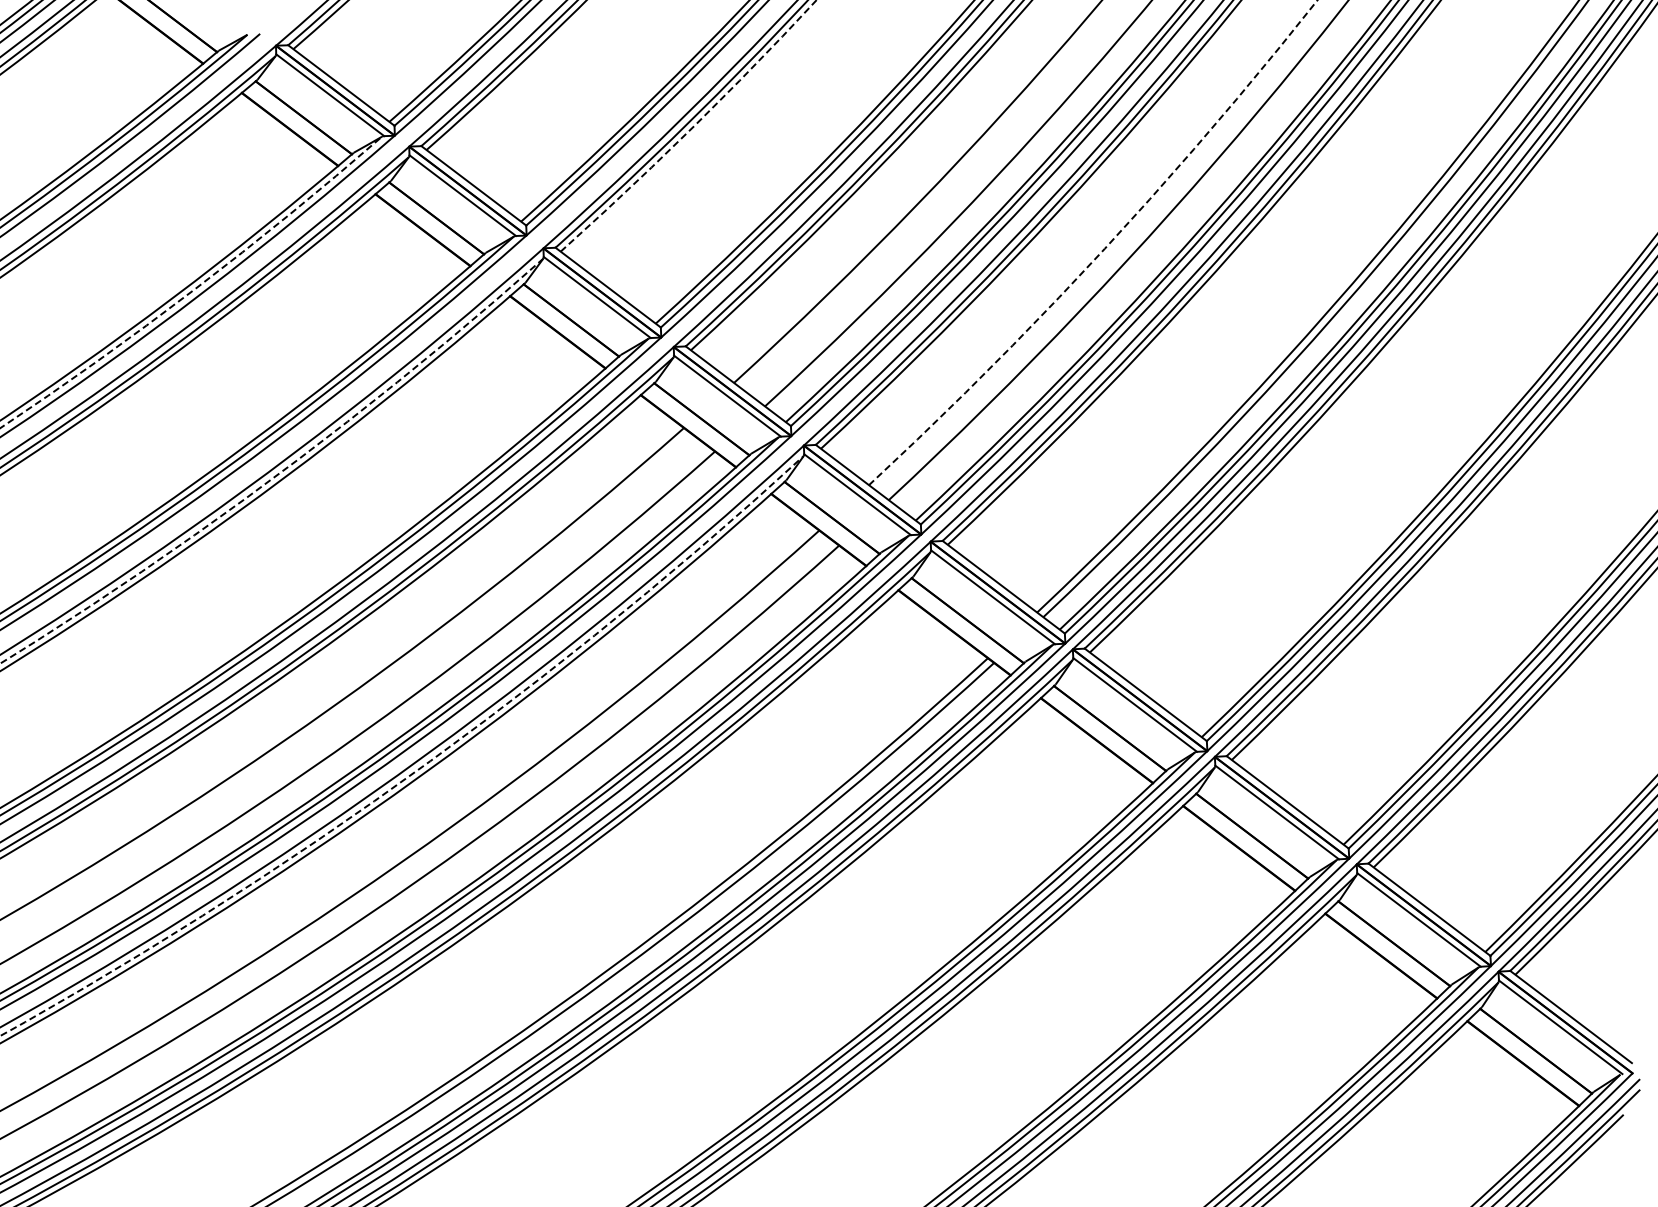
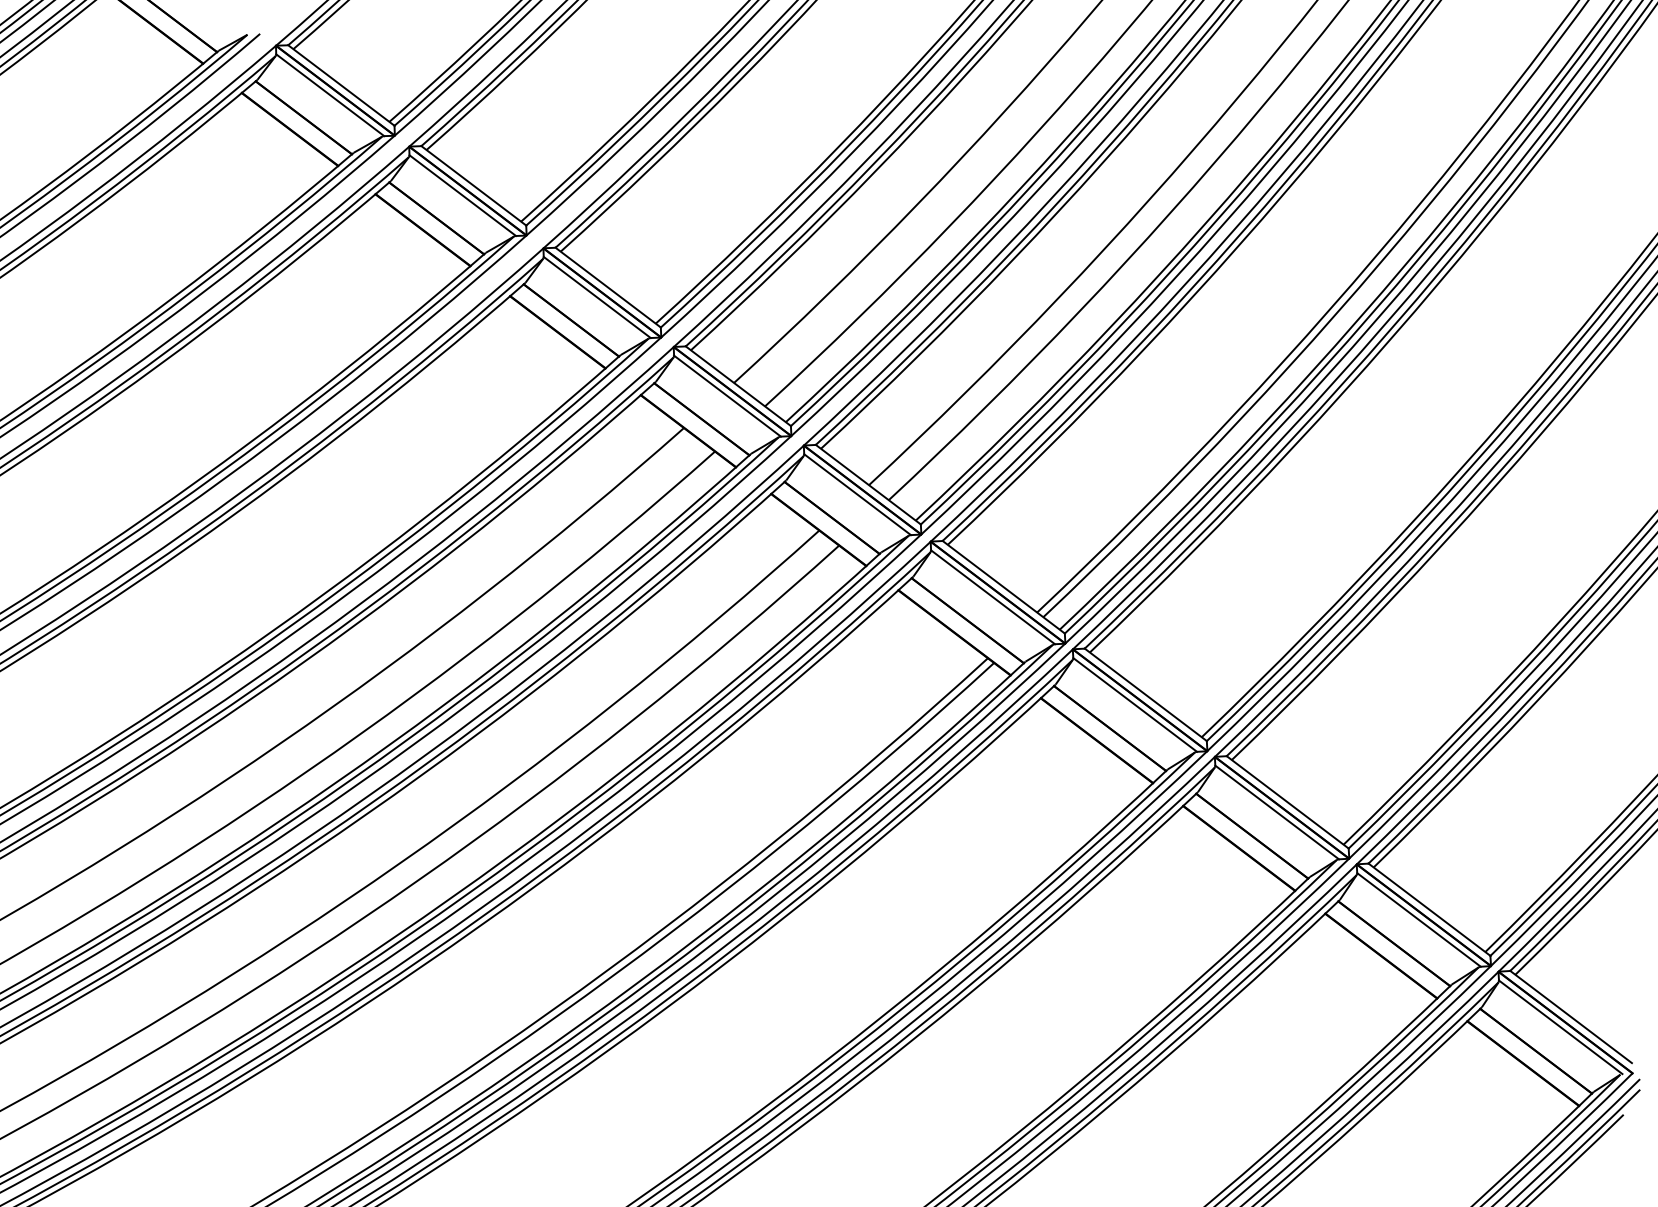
arc at (691, 128): dashed -> solid
arc at (1102, 250): dashed -> solid
arc at (195, 288): dashed -> solid
arc at (280, 472): dashed -> solid
arc at (419, 769): dashed -> solid
